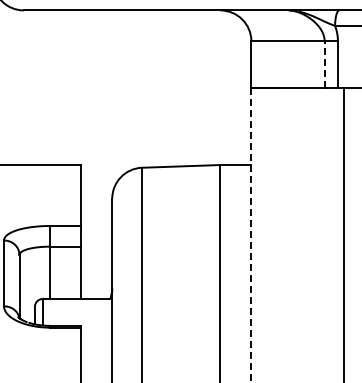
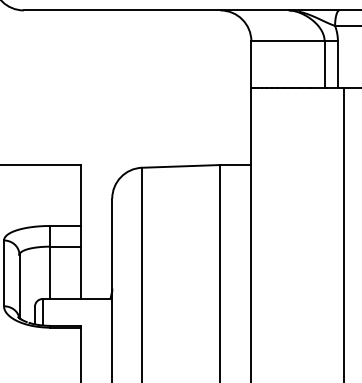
line at (324, 64): dashed -> solid
line at (251, 235): dashed -> solid
